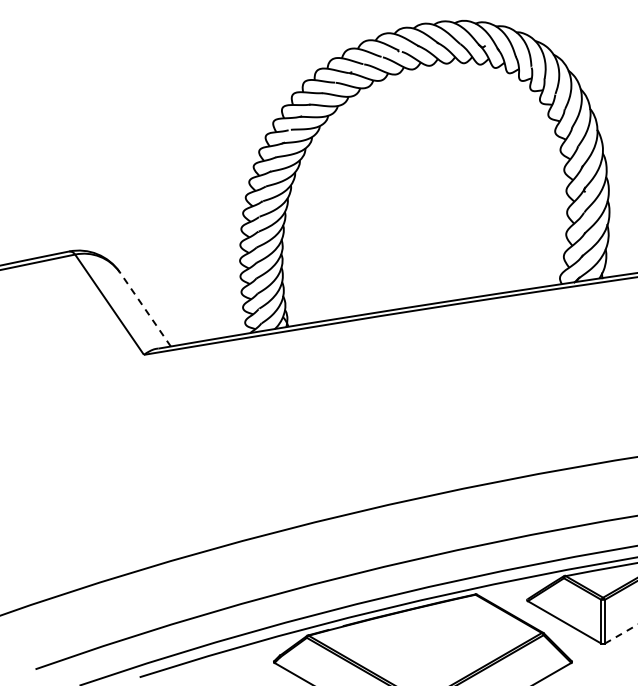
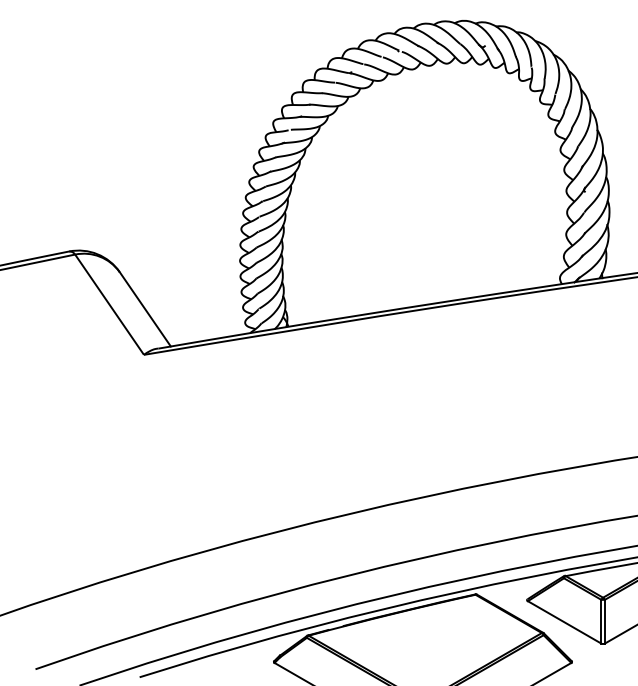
line at (144, 308): dashed -> solid
line at (621, 634): dashed -> solid
